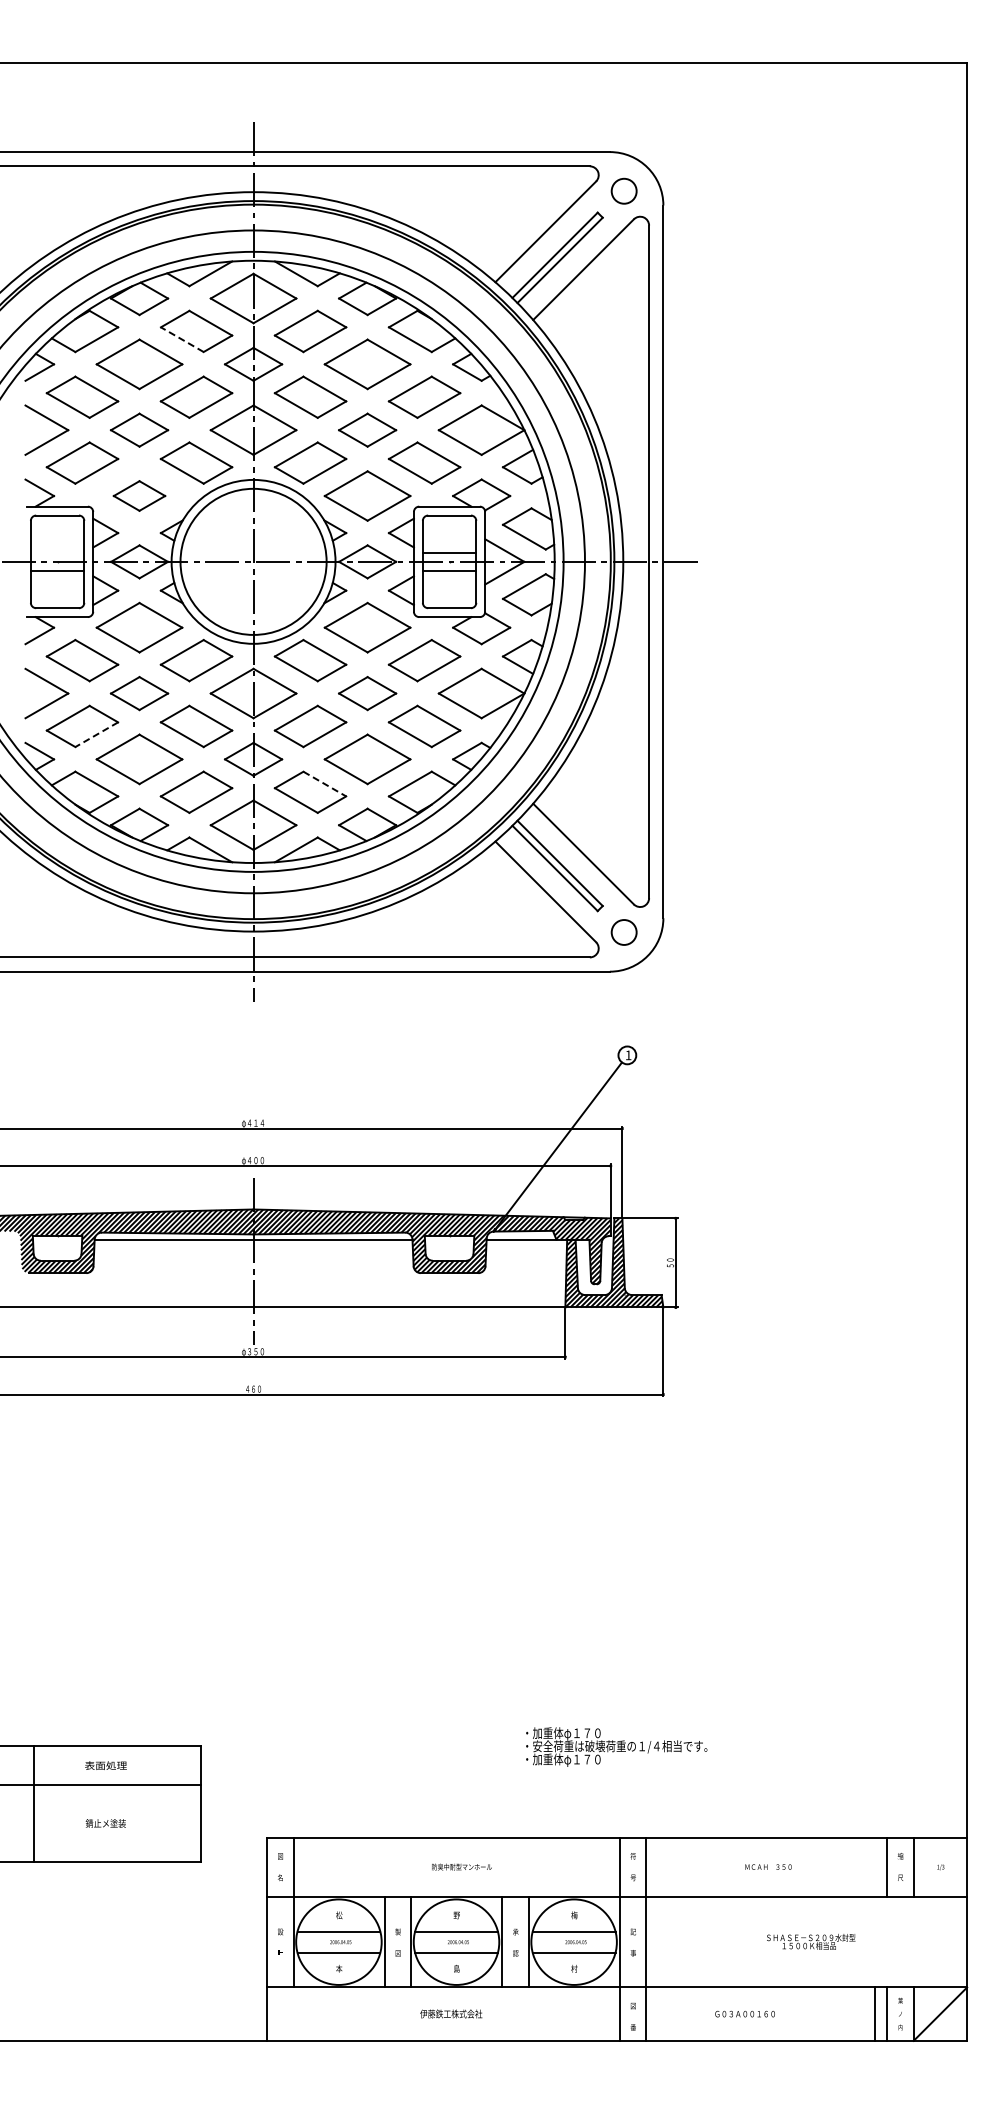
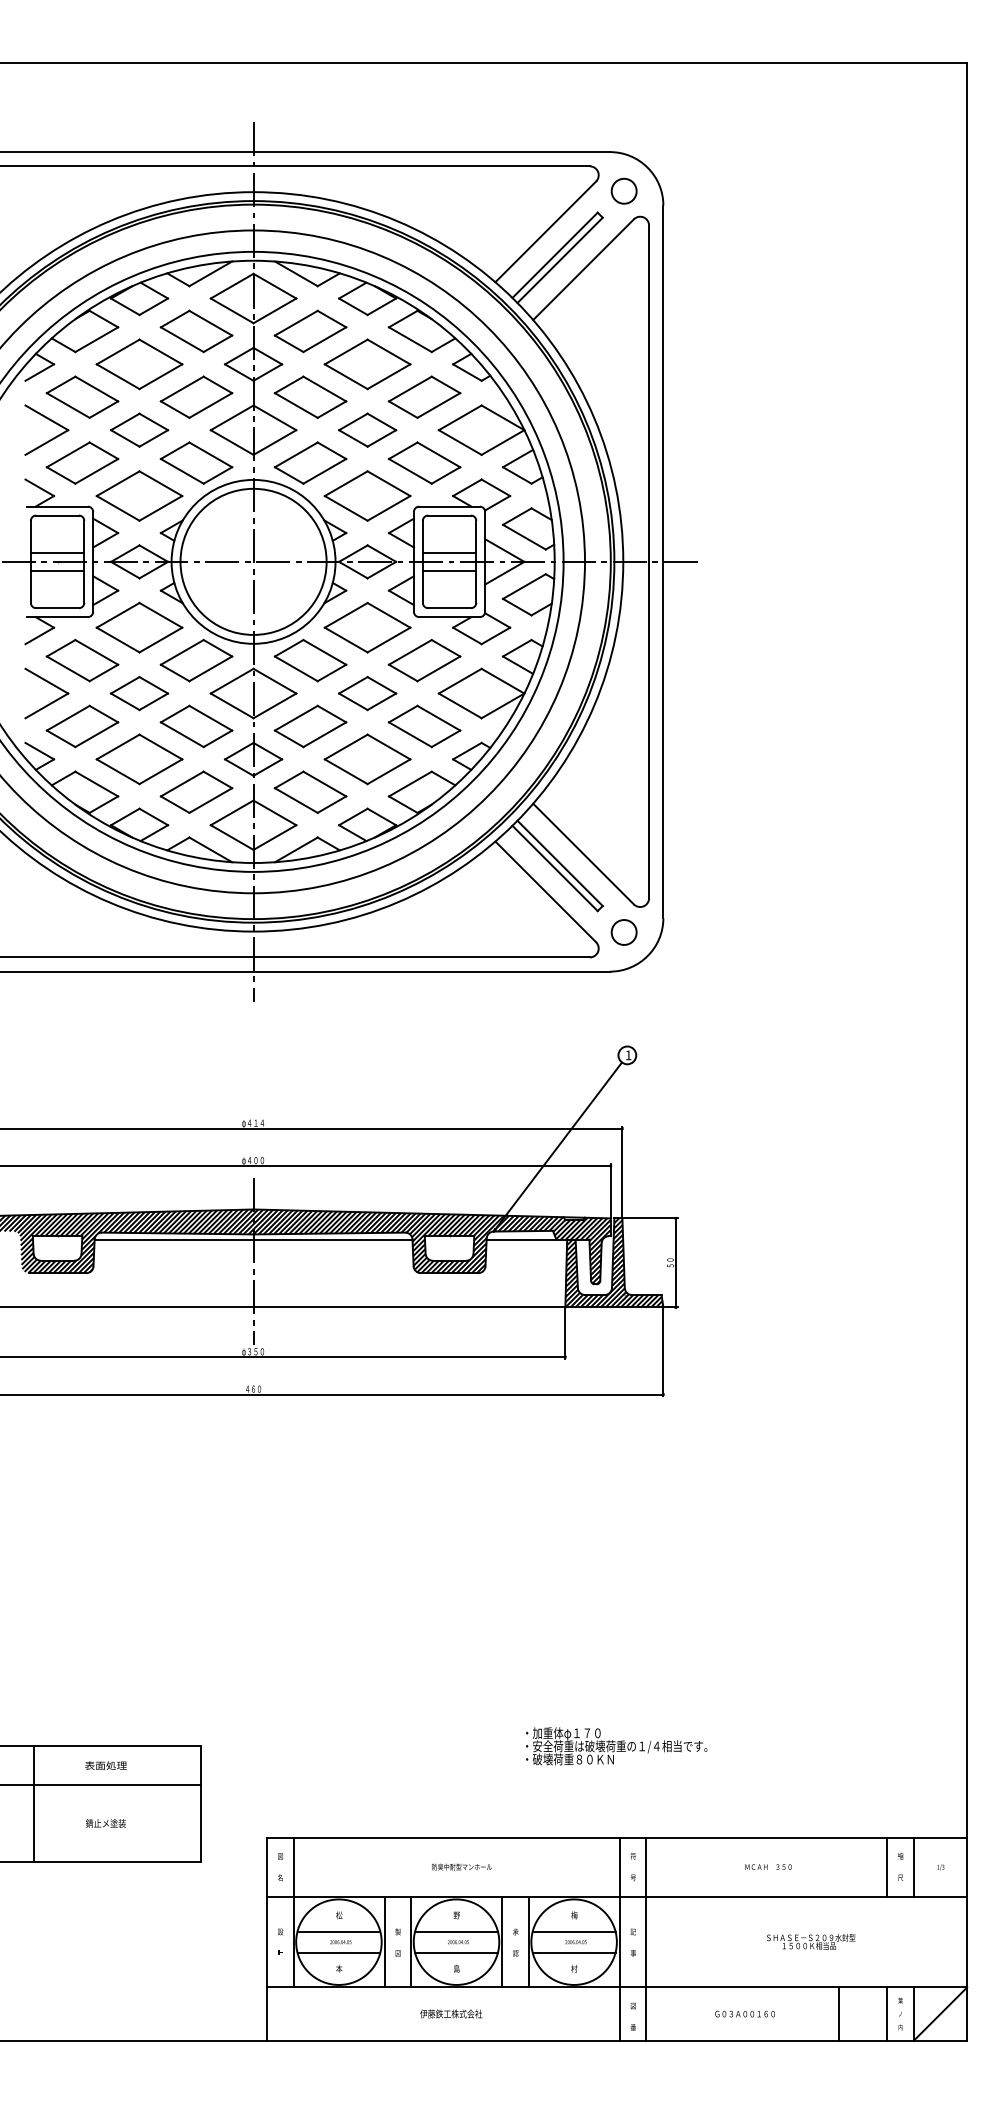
line at (182, 339): dashed -> solid
part at (139, 495) size: 55x32 px -> 89x52 px
line at (57, 552): none -> present
line at (96, 734): dashed -> solid
line at (324, 784): dashed -> solid
text at (572, 1759): ・加重体φ１７０ -> ・破壊荷重８０ＫＮ
line at (874, 2013) position: (874, 2013) -> (838, 2013)
